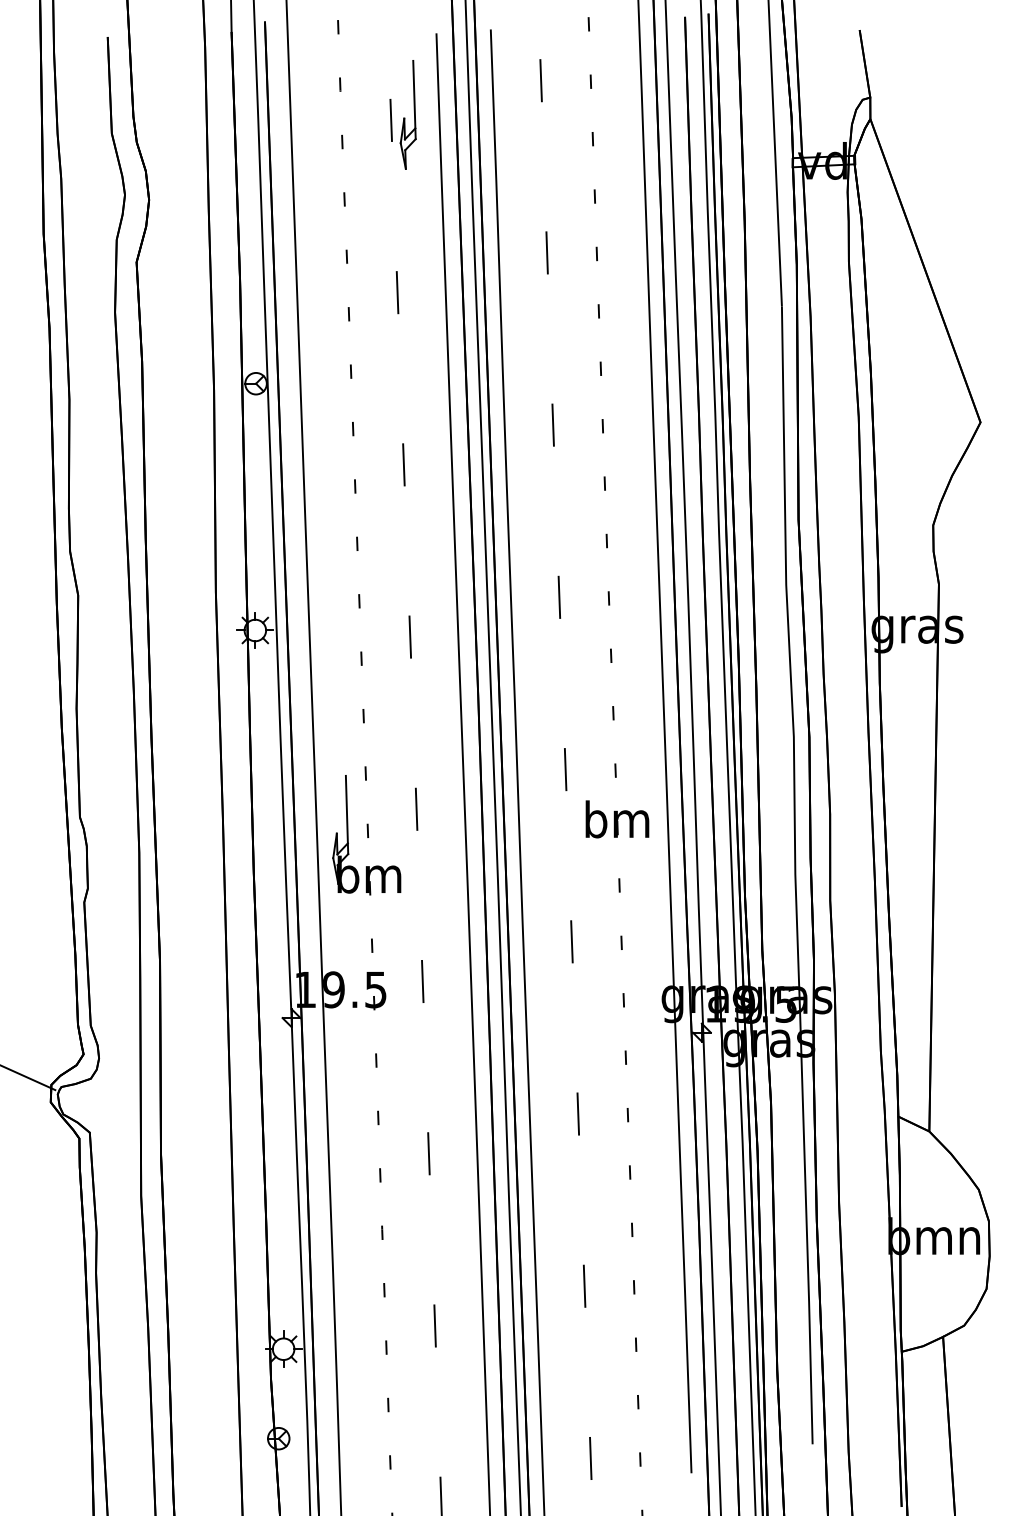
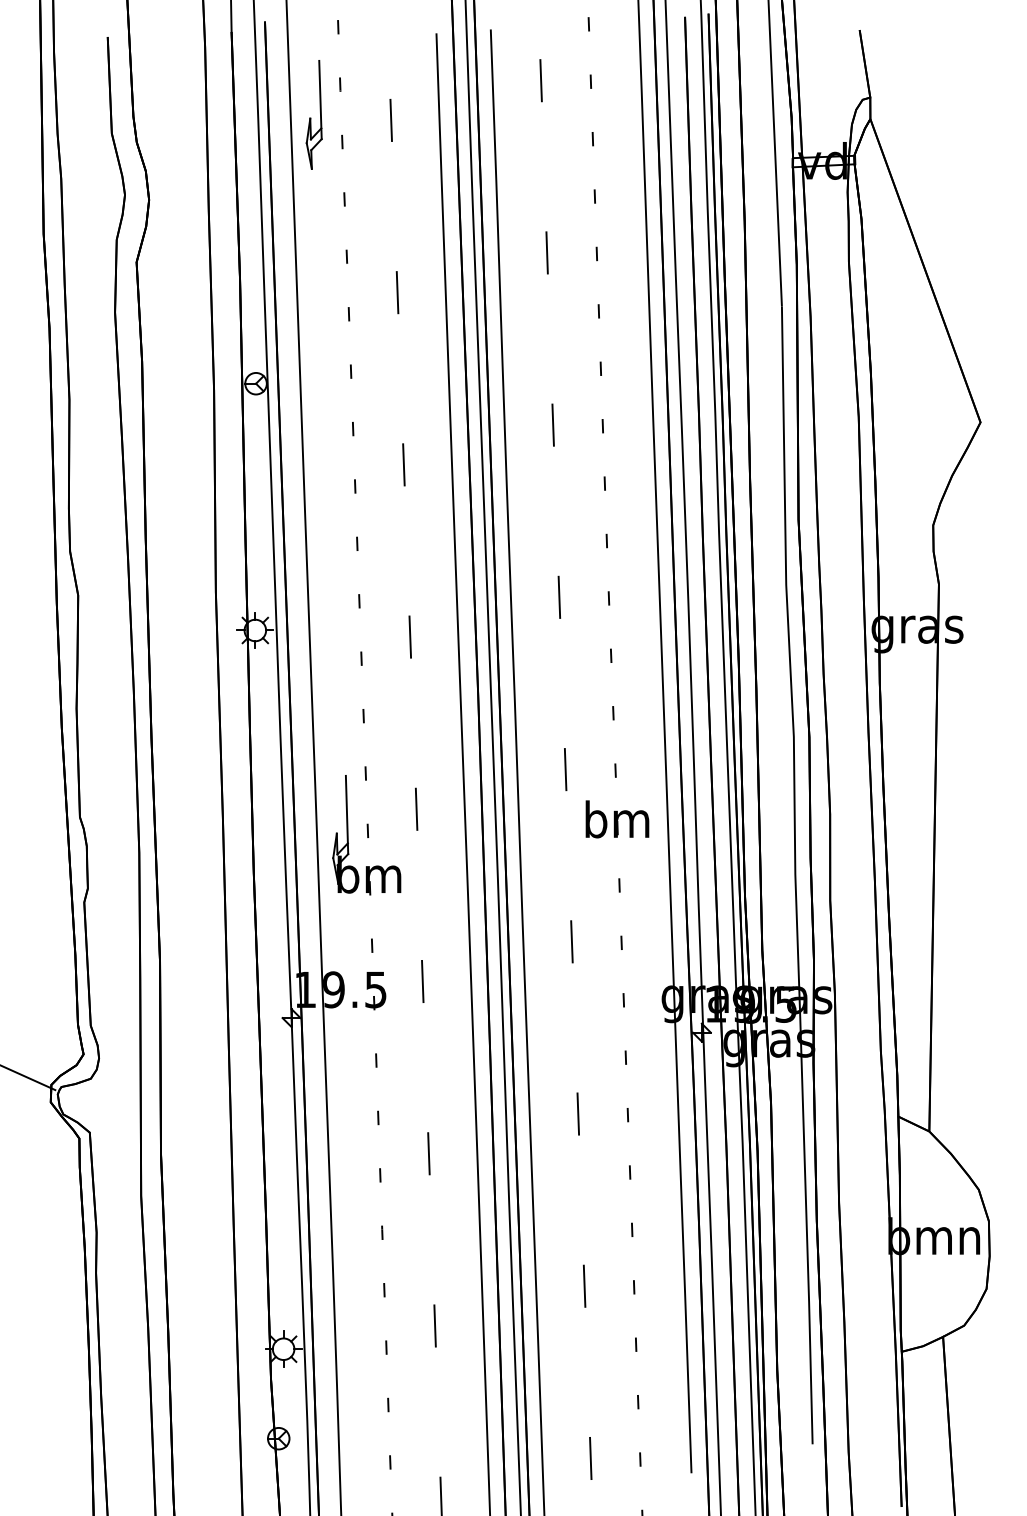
part at (407, 114) position: (407, 114) -> (313, 114)
